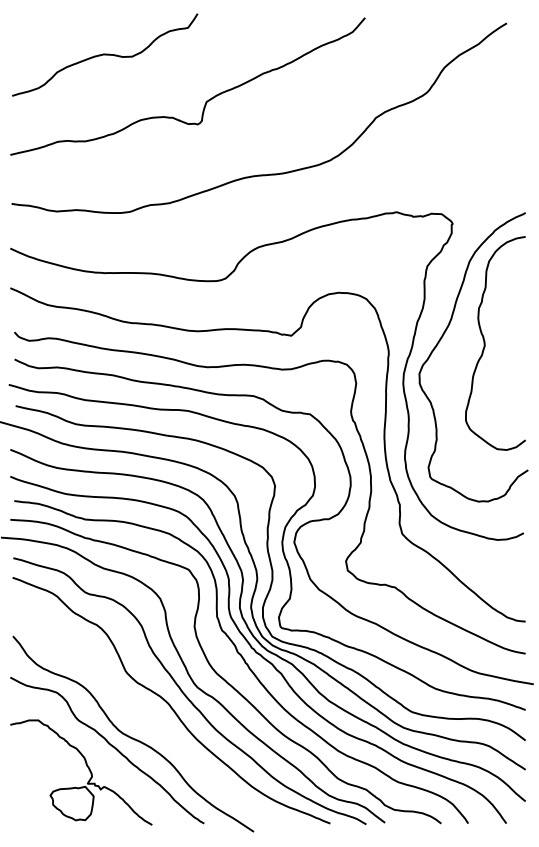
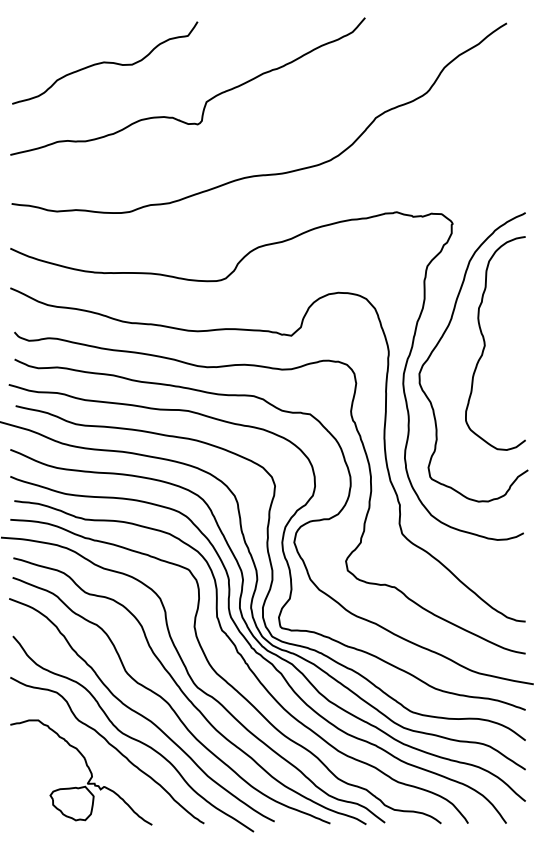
curve at (105, 54) position: (105, 54) -> (105, 62)
curve at (140, 713): none -> present
